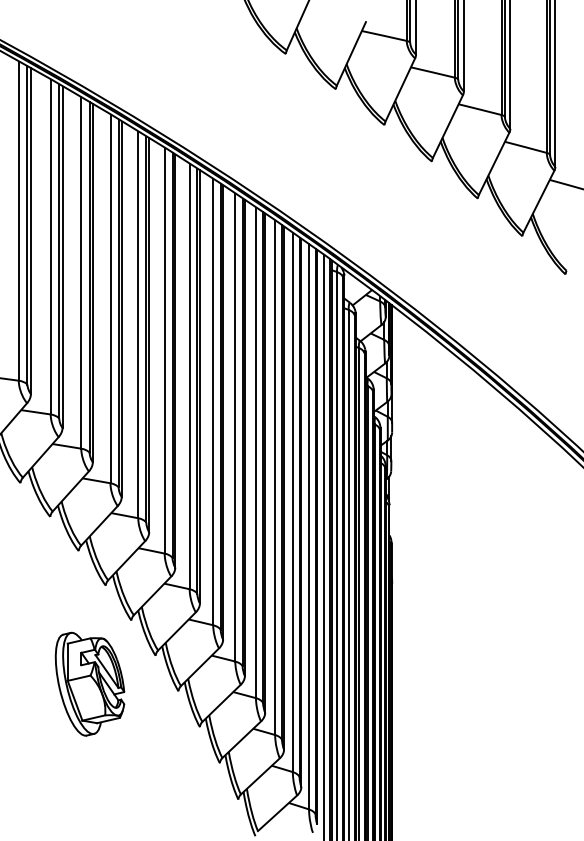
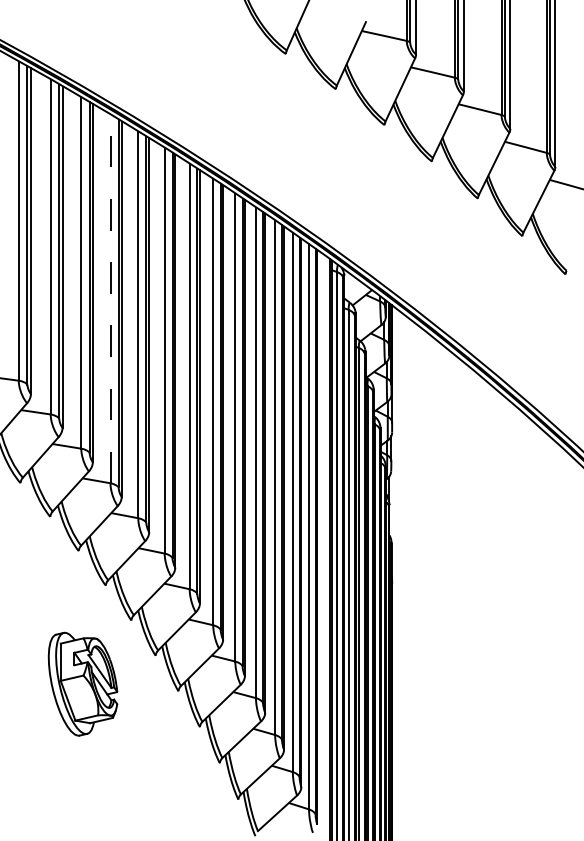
line at (110, 298): solid -> dashed
line at (323, 545): present -> none
part at (89, 683) position: (89, 683) -> (82, 683)
